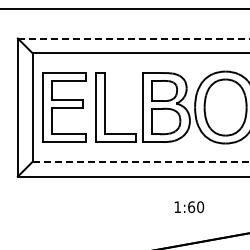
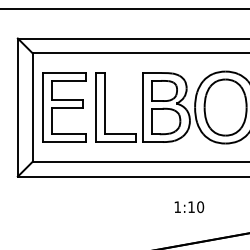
line at (133, 38): dashed -> solid
line at (141, 161): dashed -> solid
text at (191, 207): 1:60 -> 1:10
